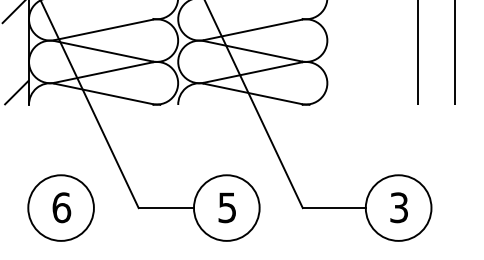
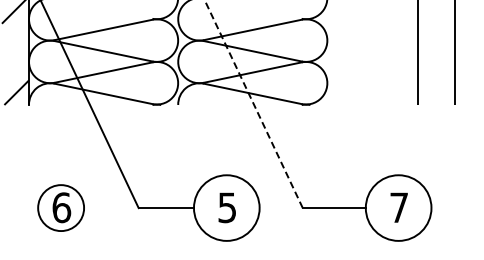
line at (253, 104): solid -> dashed
circle at (60, 207) diameter: 66 px -> 46 px
text at (398, 207): 3 -> 7
